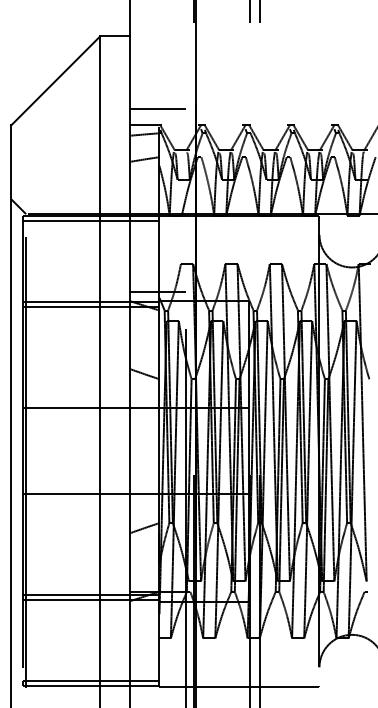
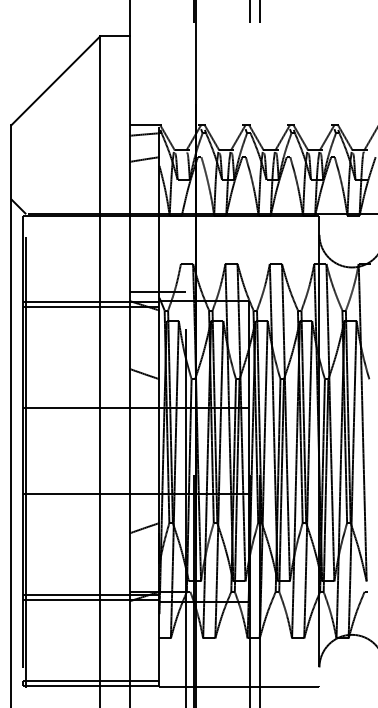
line at (157, 108): present -> none
line at (91, 220): present -> none
